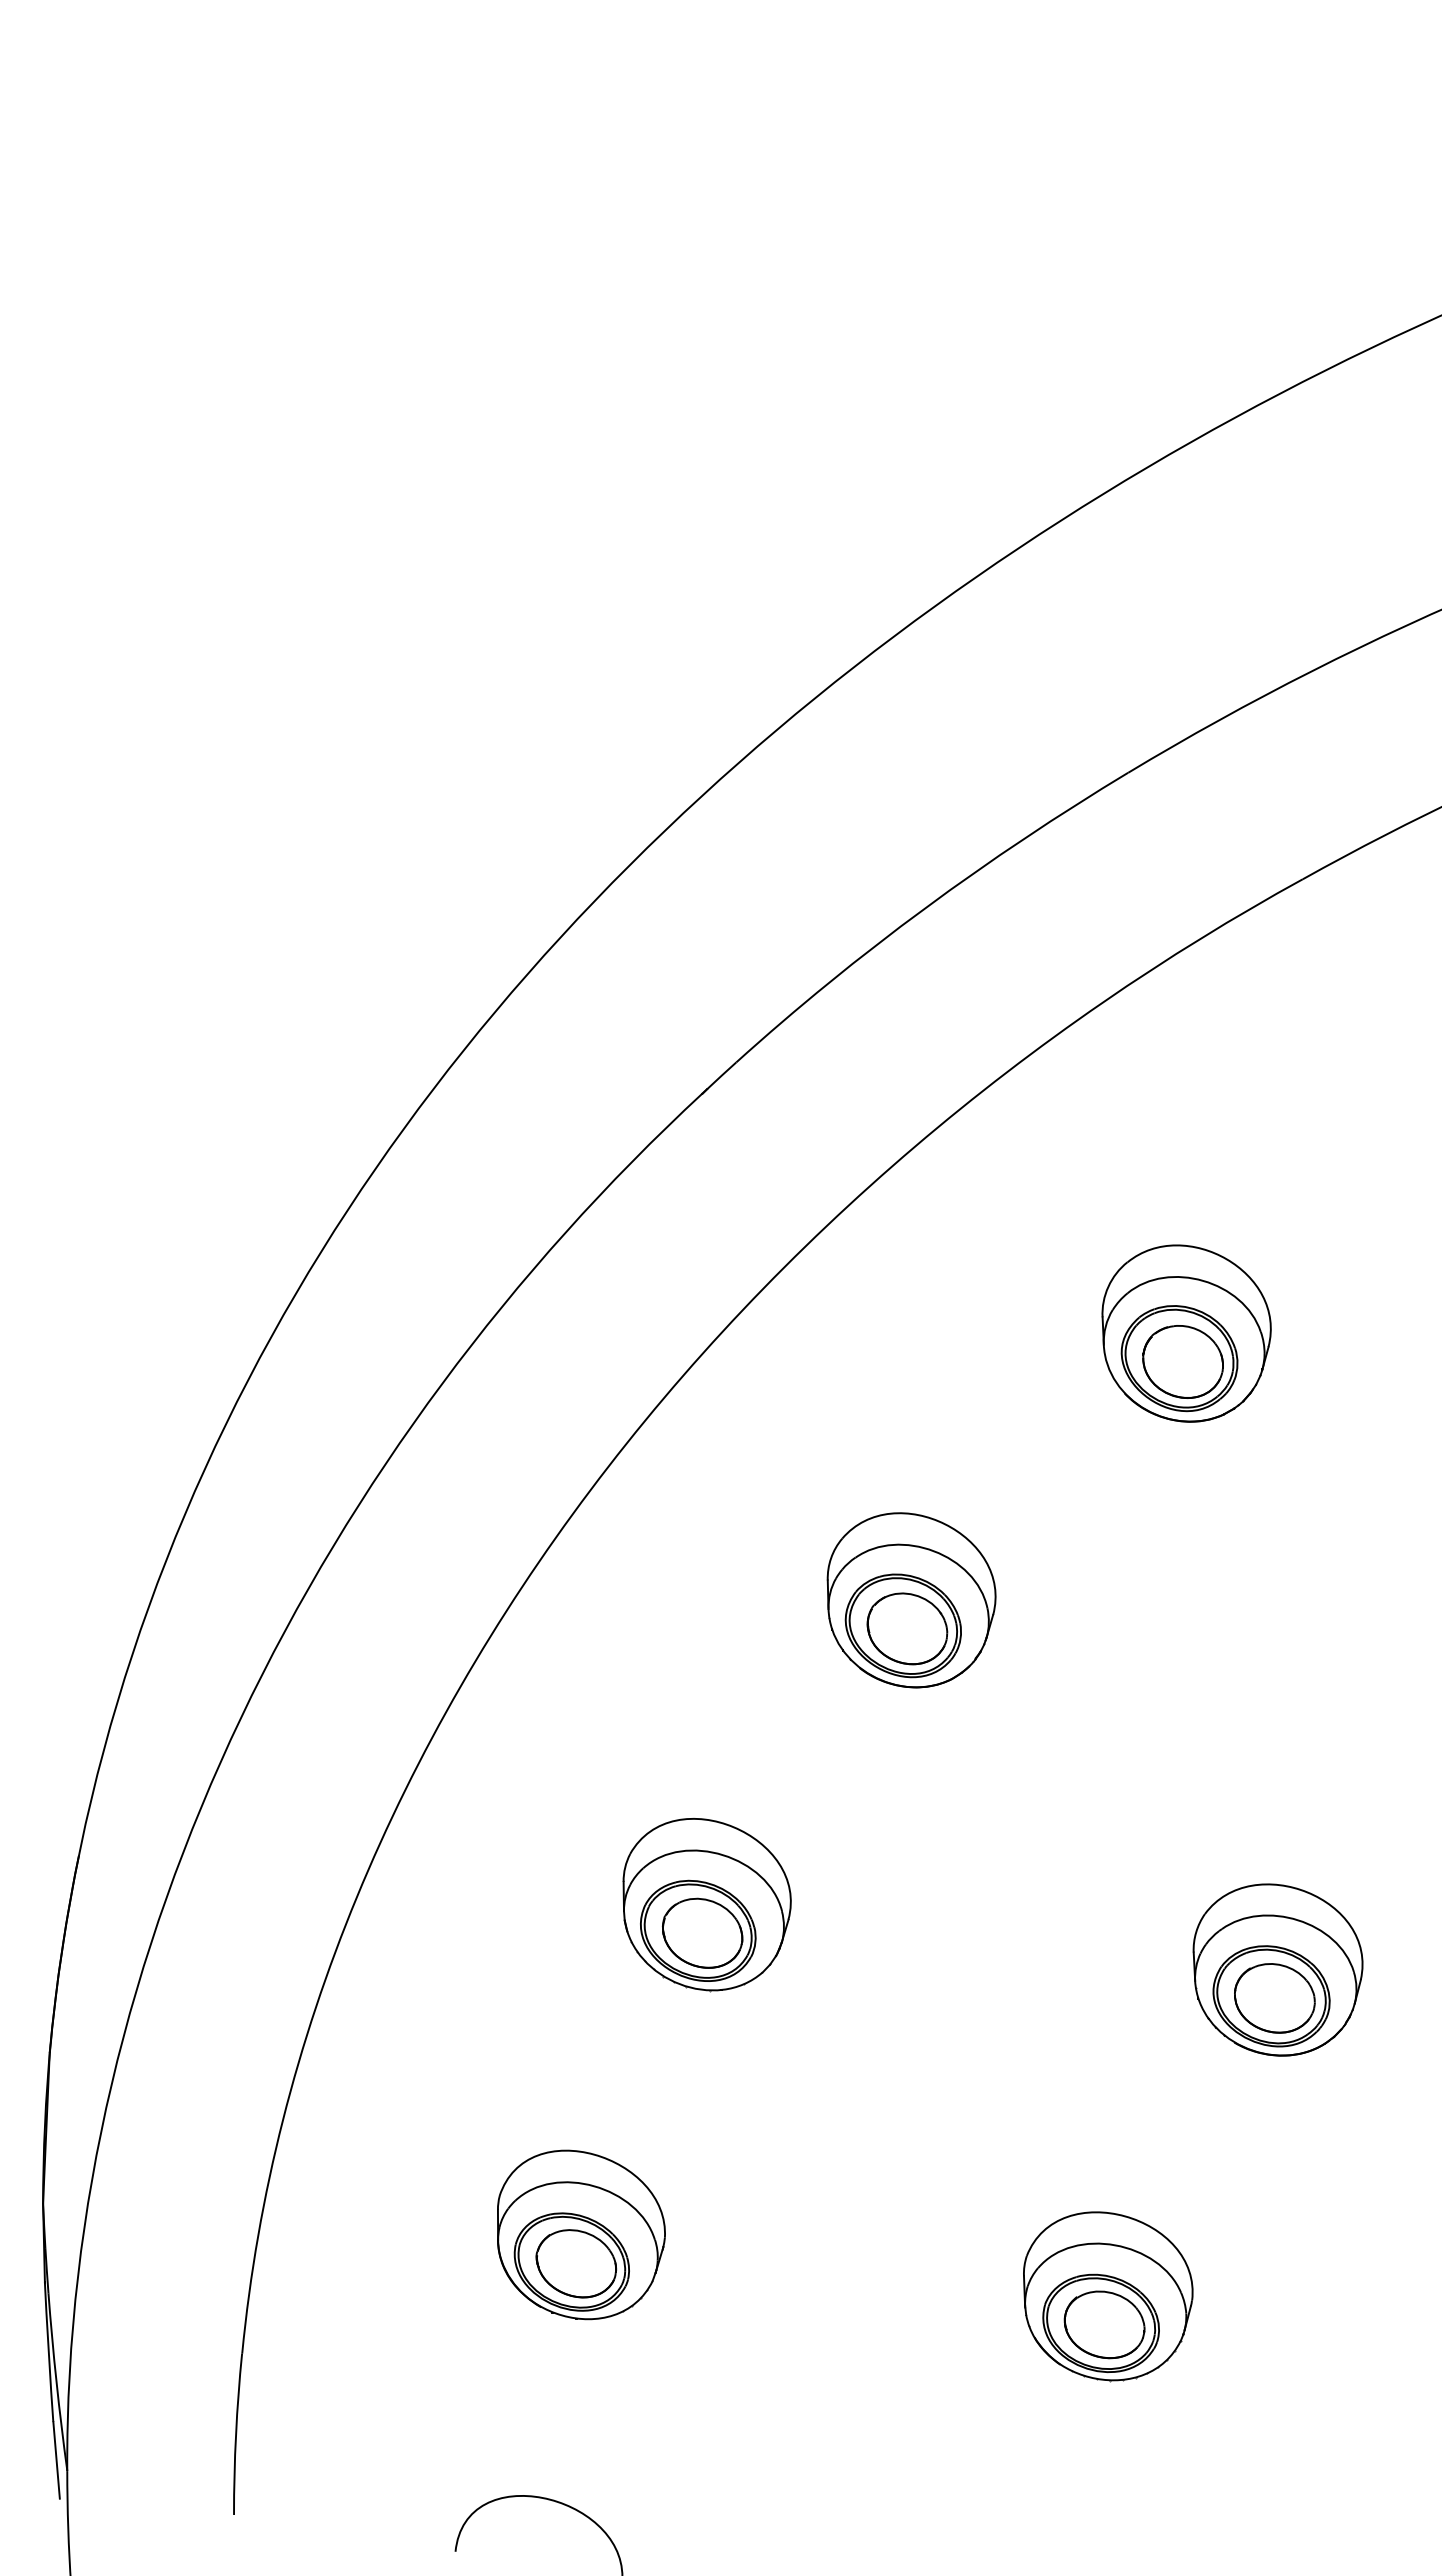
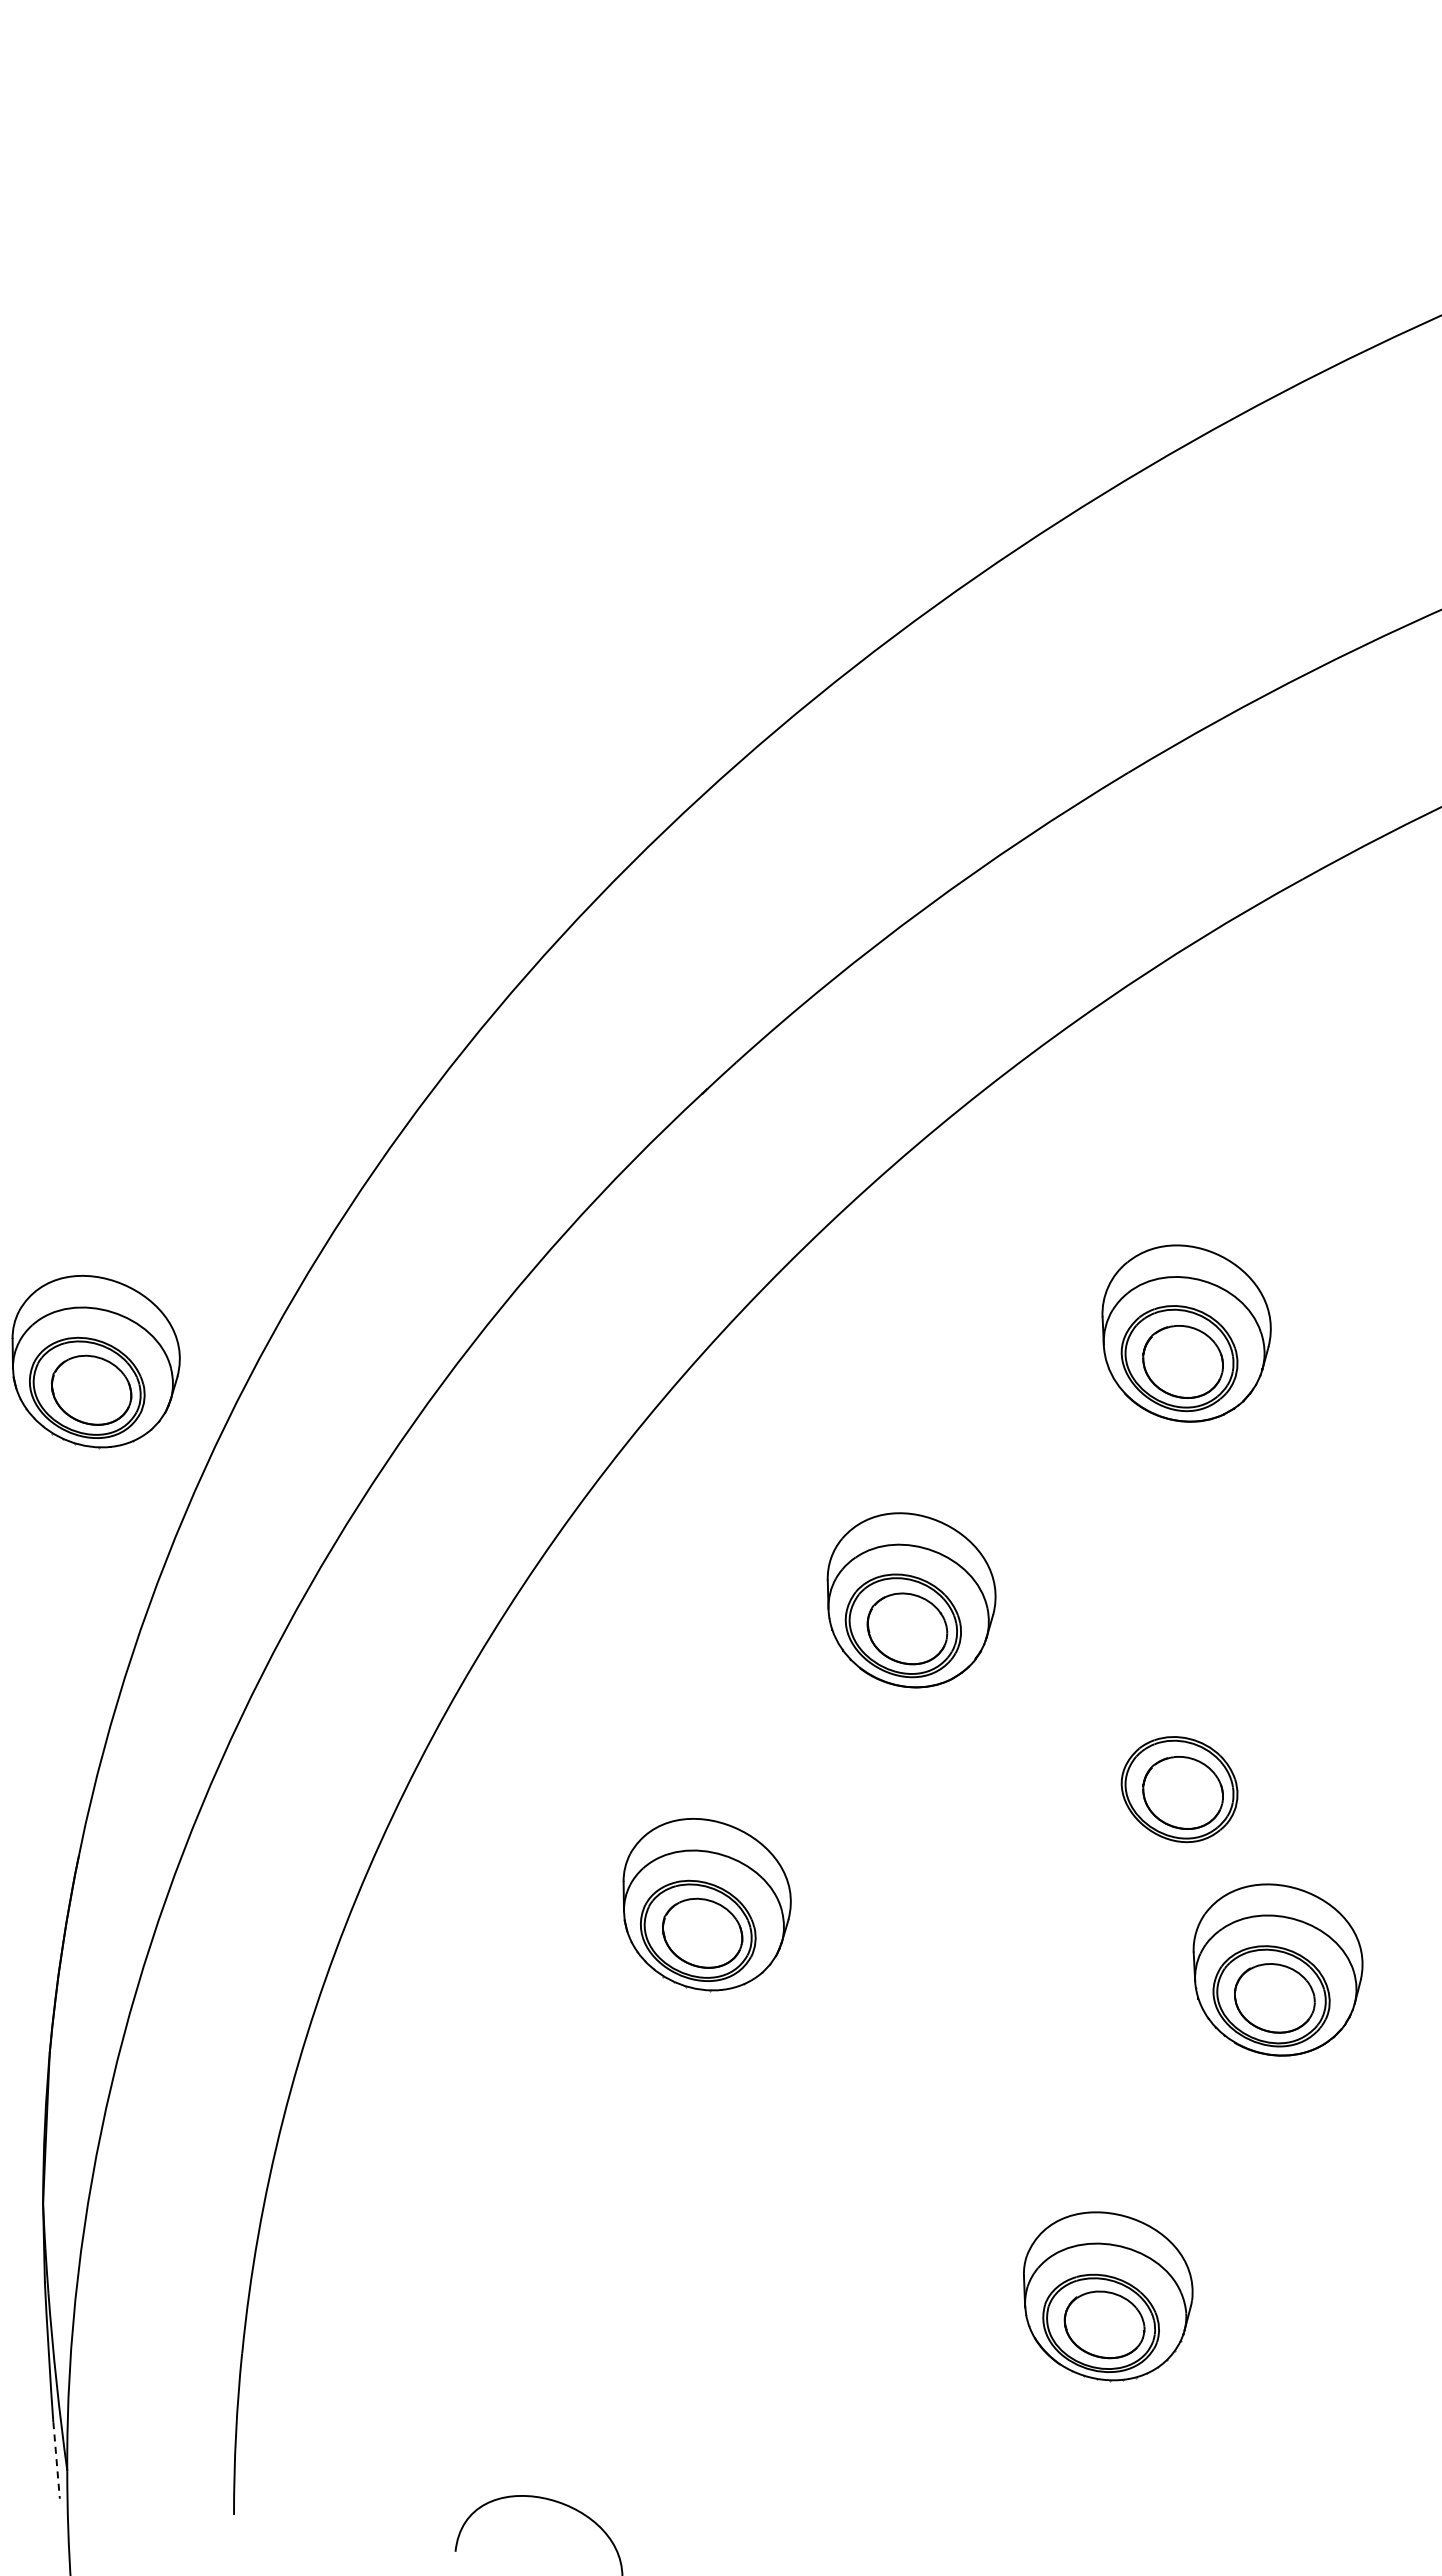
part at (95, 1362): none -> present
part at (1179, 1789): none -> present
part at (581, 2234): present -> none
line at (56, 2460): solid -> dashed
